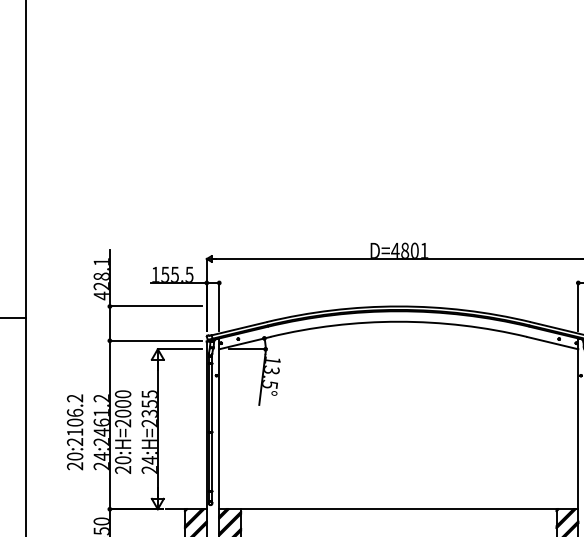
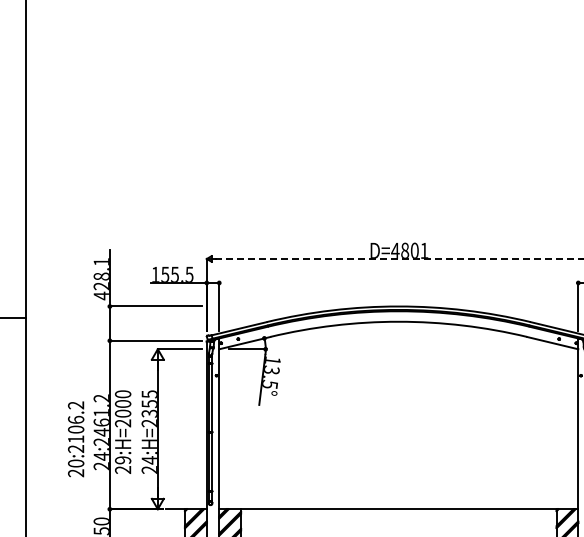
line at (397, 258): solid -> dashed
text at (75, 432) position: (75, 432) -> (76, 439)
text at (123, 460): 20:H=2000 -> 29:H=2000
